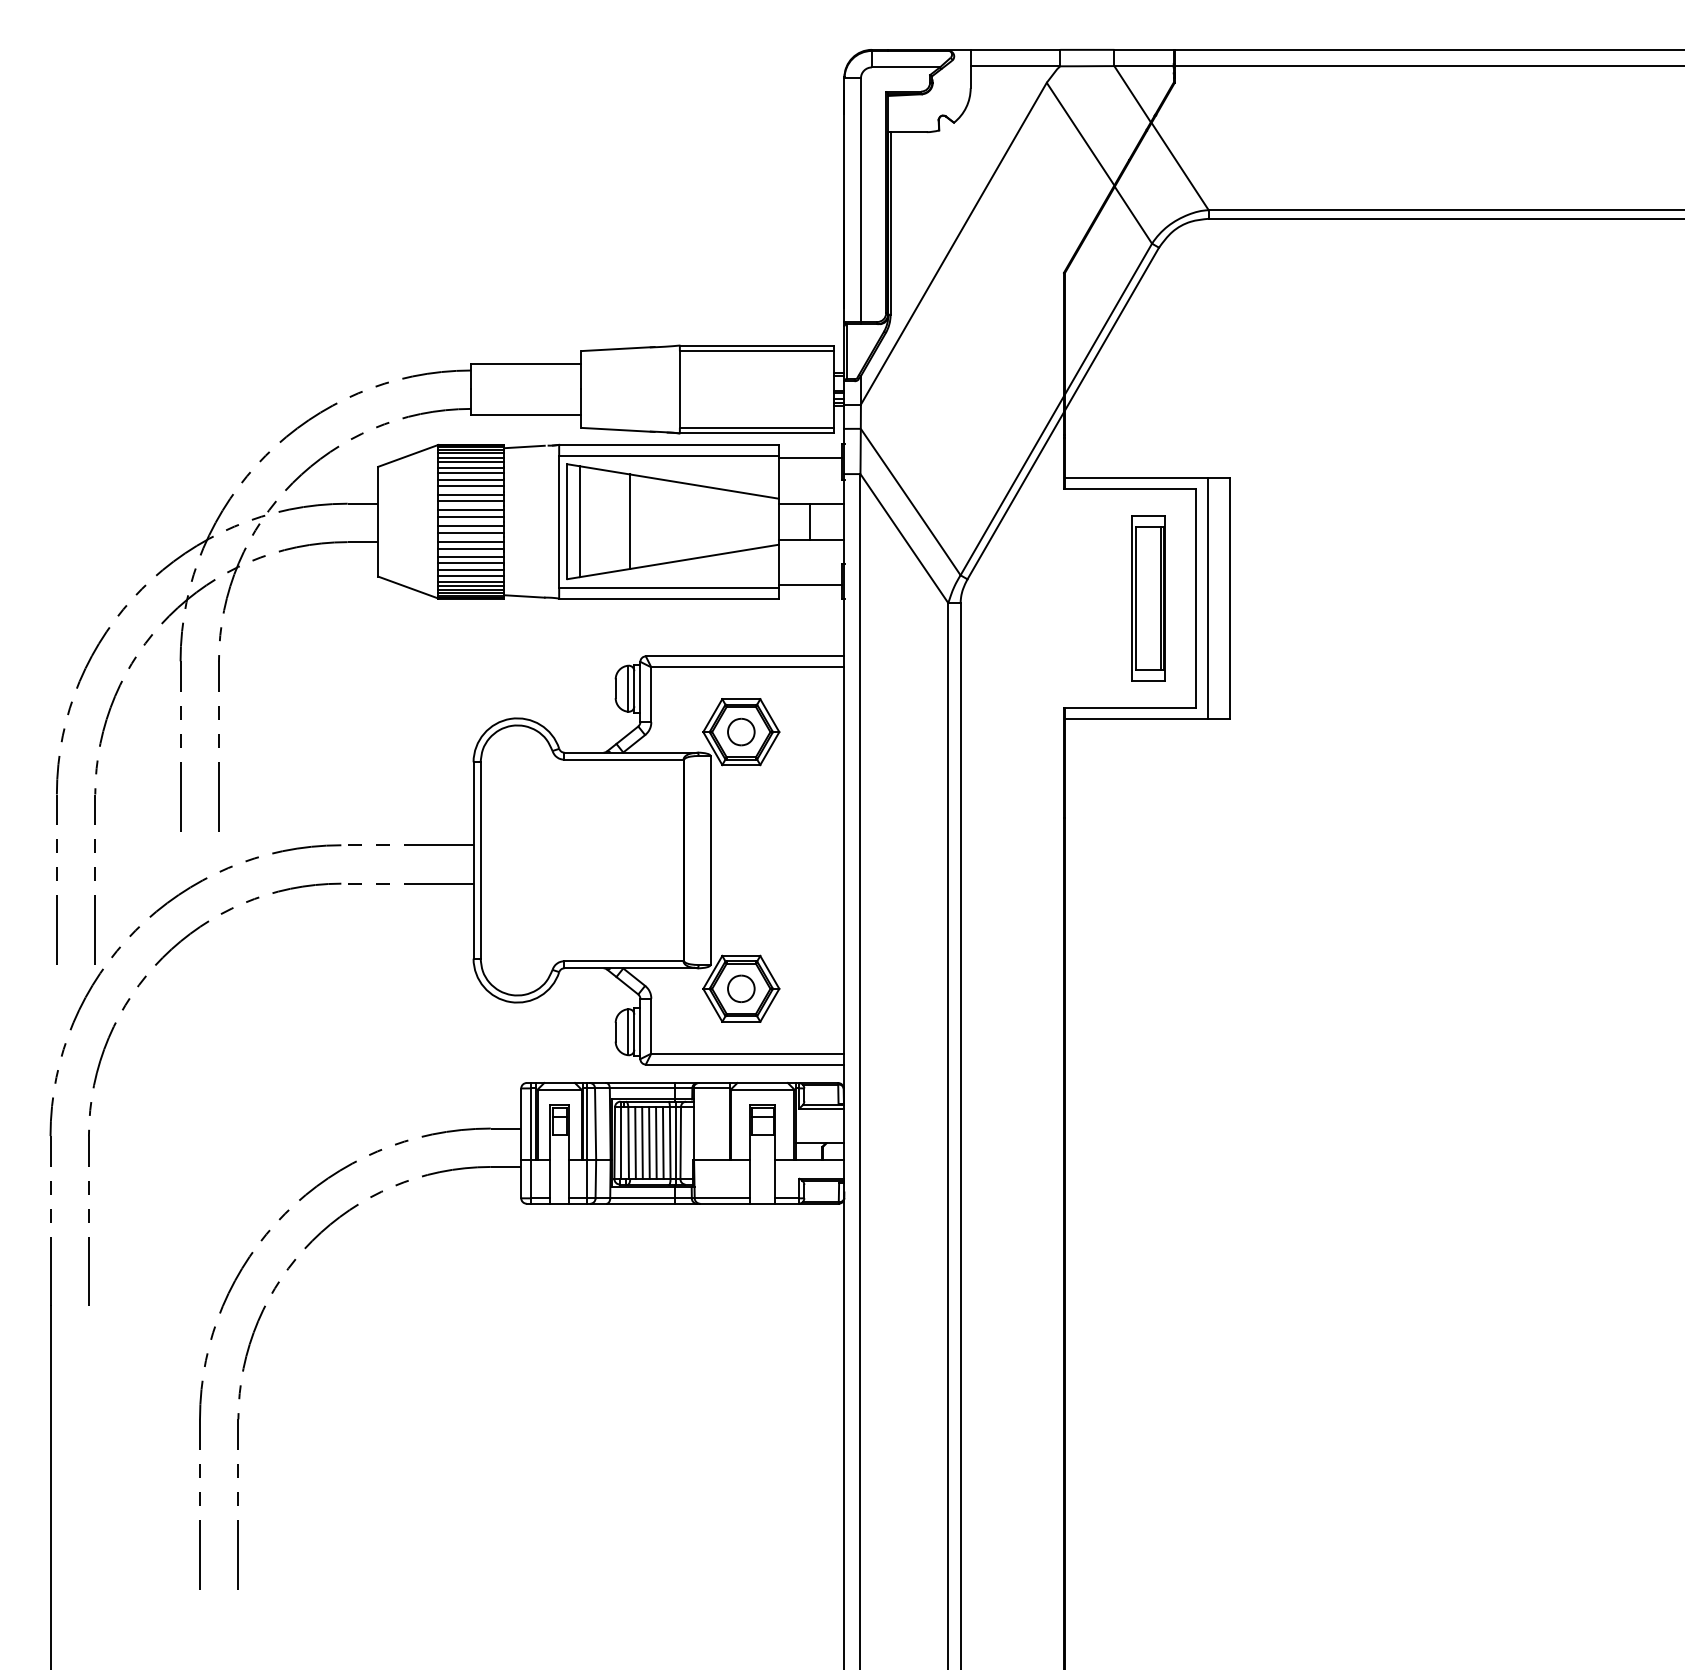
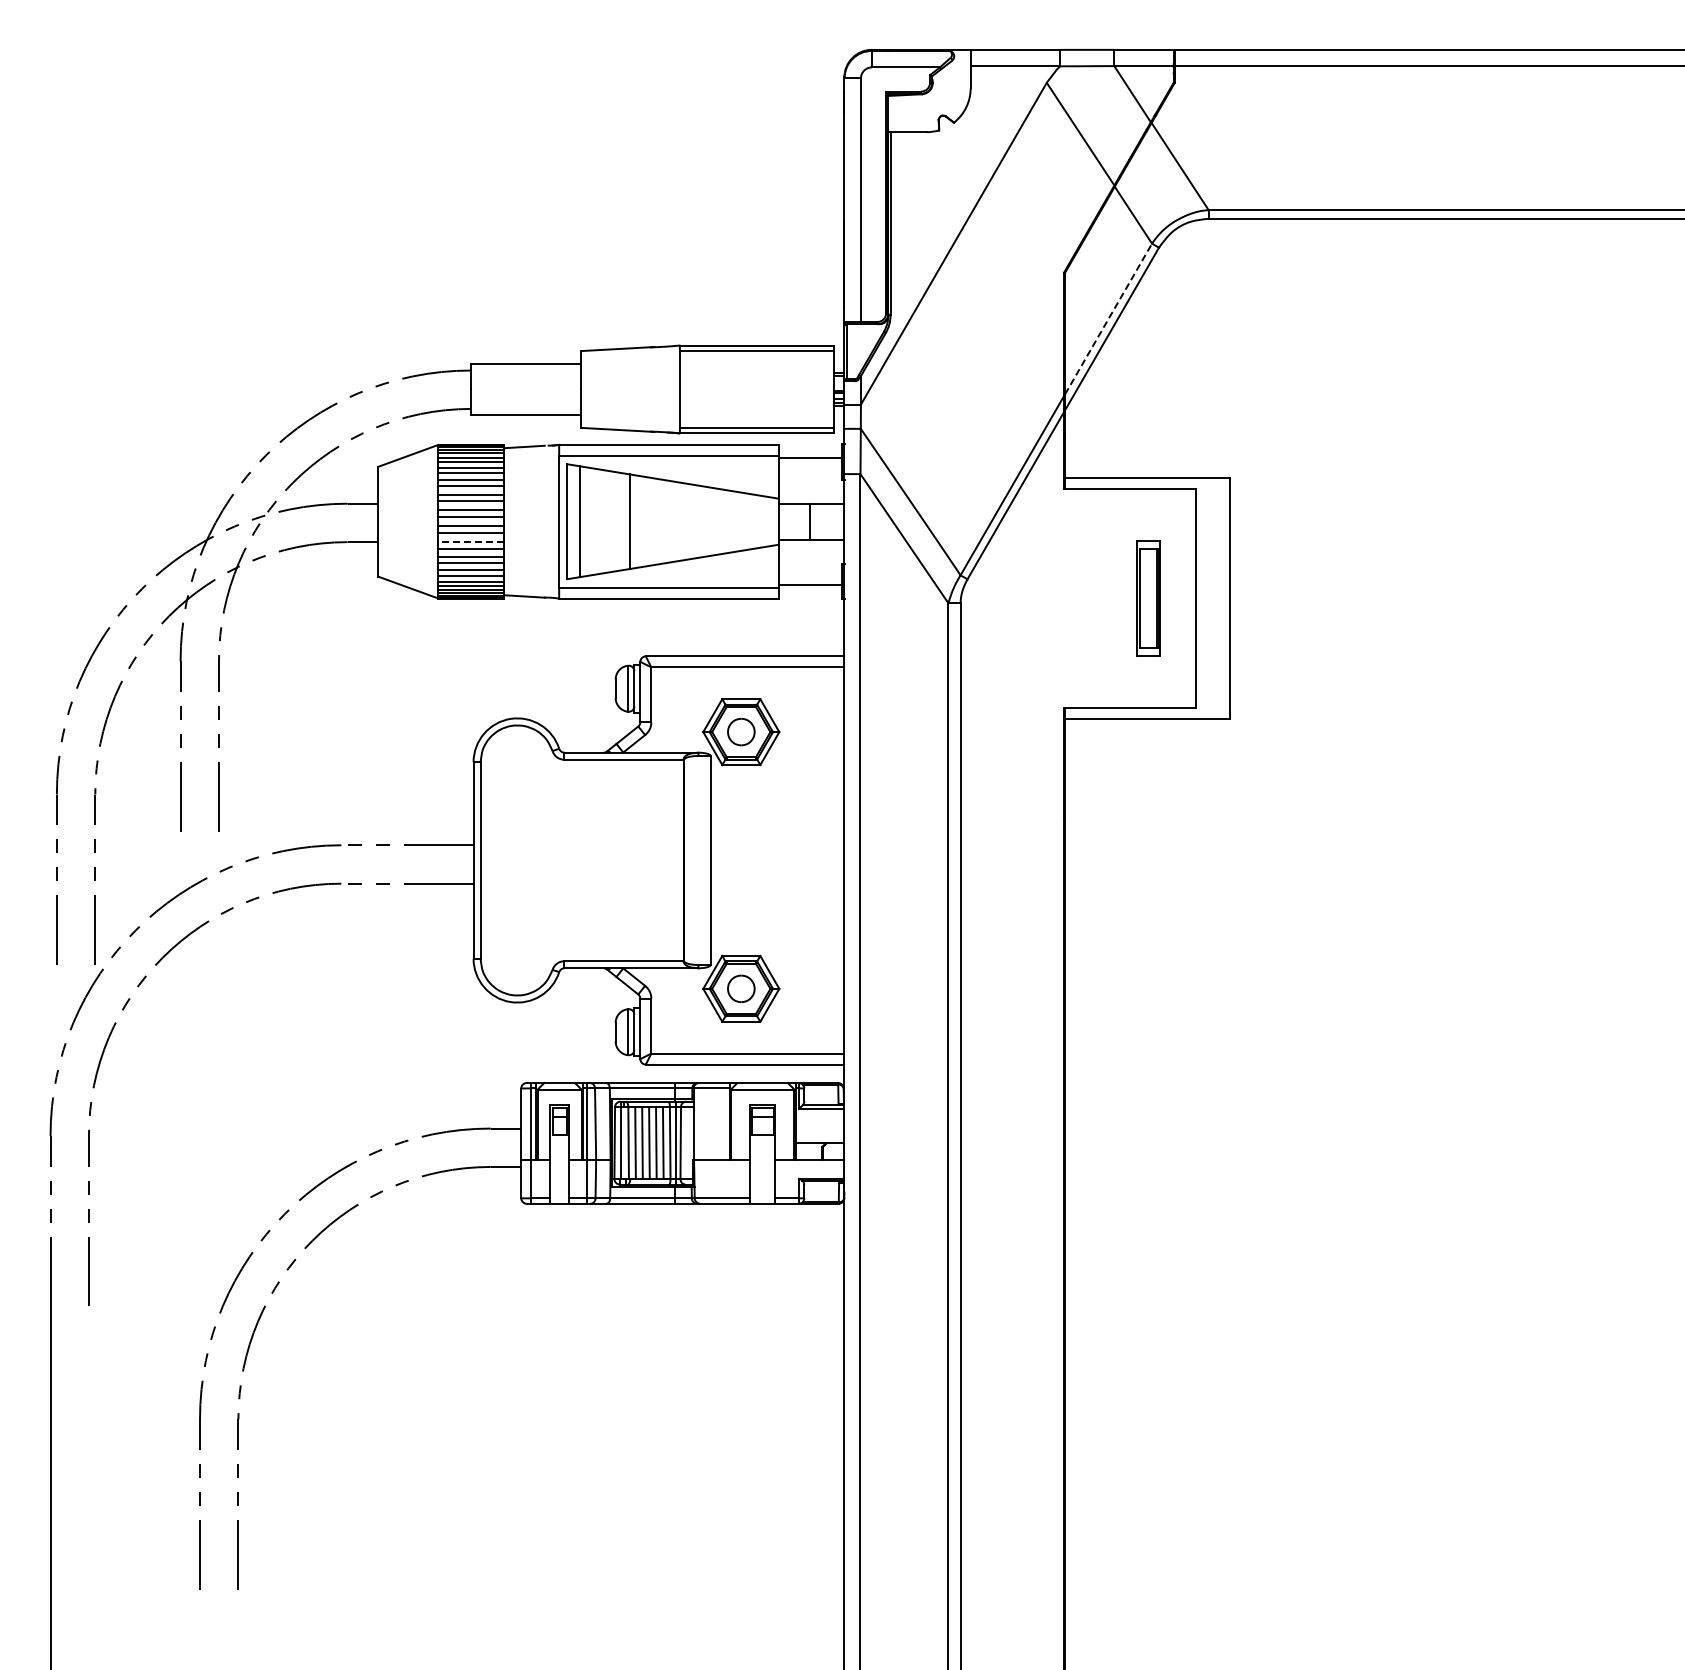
line at (1108, 318): solid -> dashed
line at (471, 542): solid -> dashed
part at (1148, 598) size: 35x167 px -> 25x117 px
line at (1207, 598): present -> none
